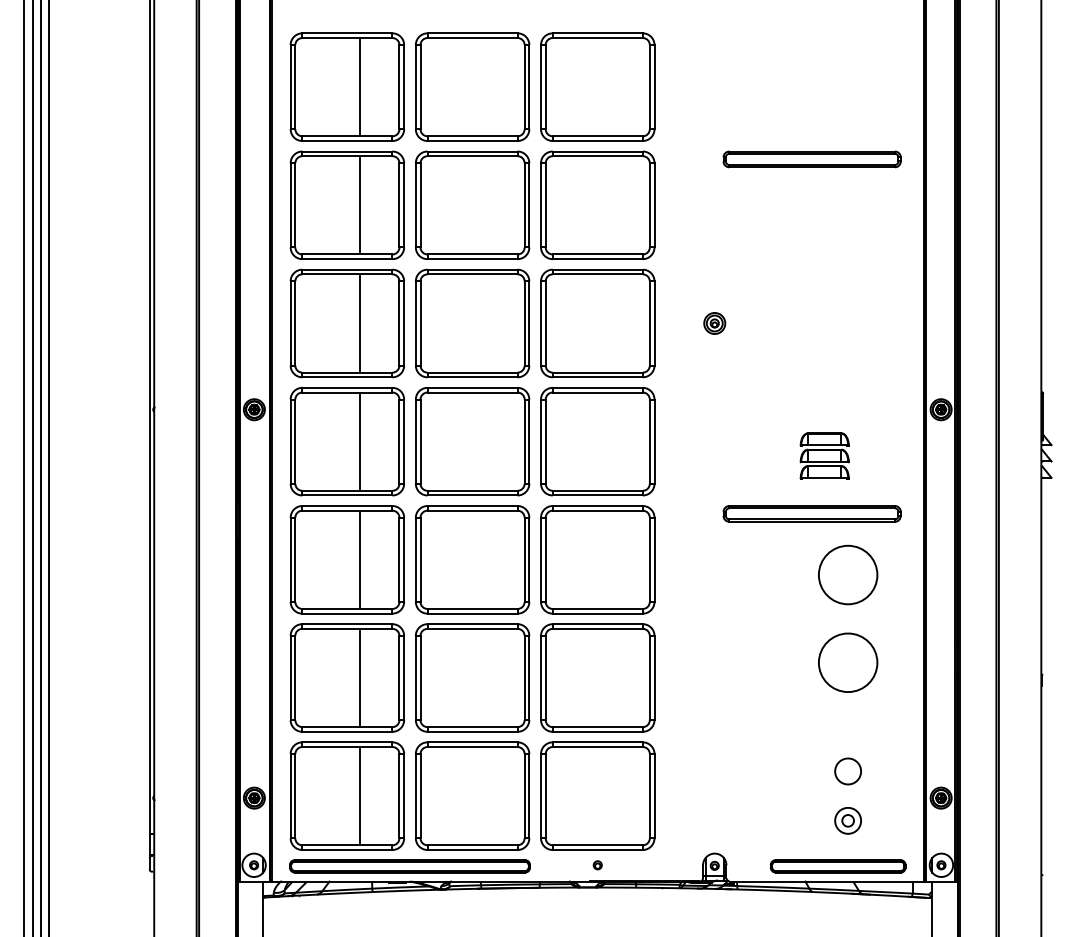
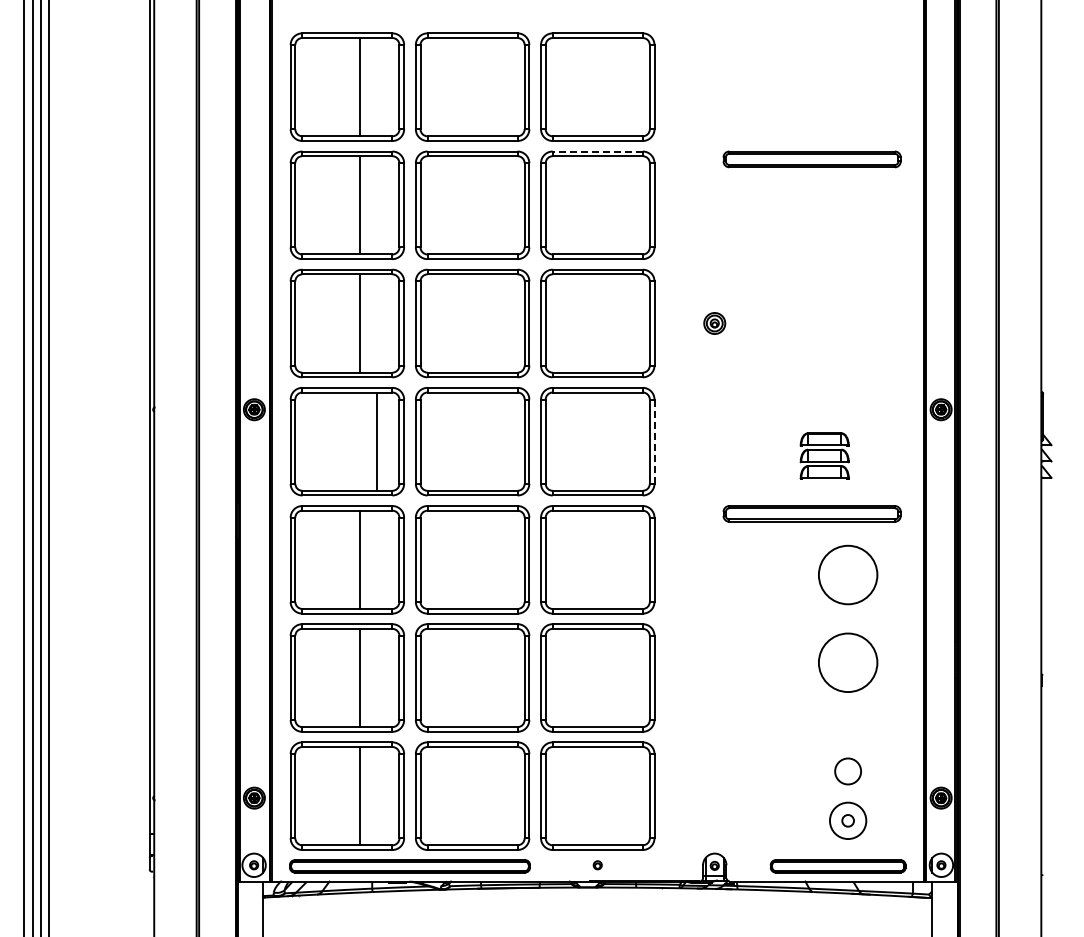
line at (597, 151): solid -> dashed
line at (360, 441) position: (360, 441) -> (377, 441)
line at (654, 441): solid -> dashed
circle at (848, 820) diameter: 26 px -> 36 px
